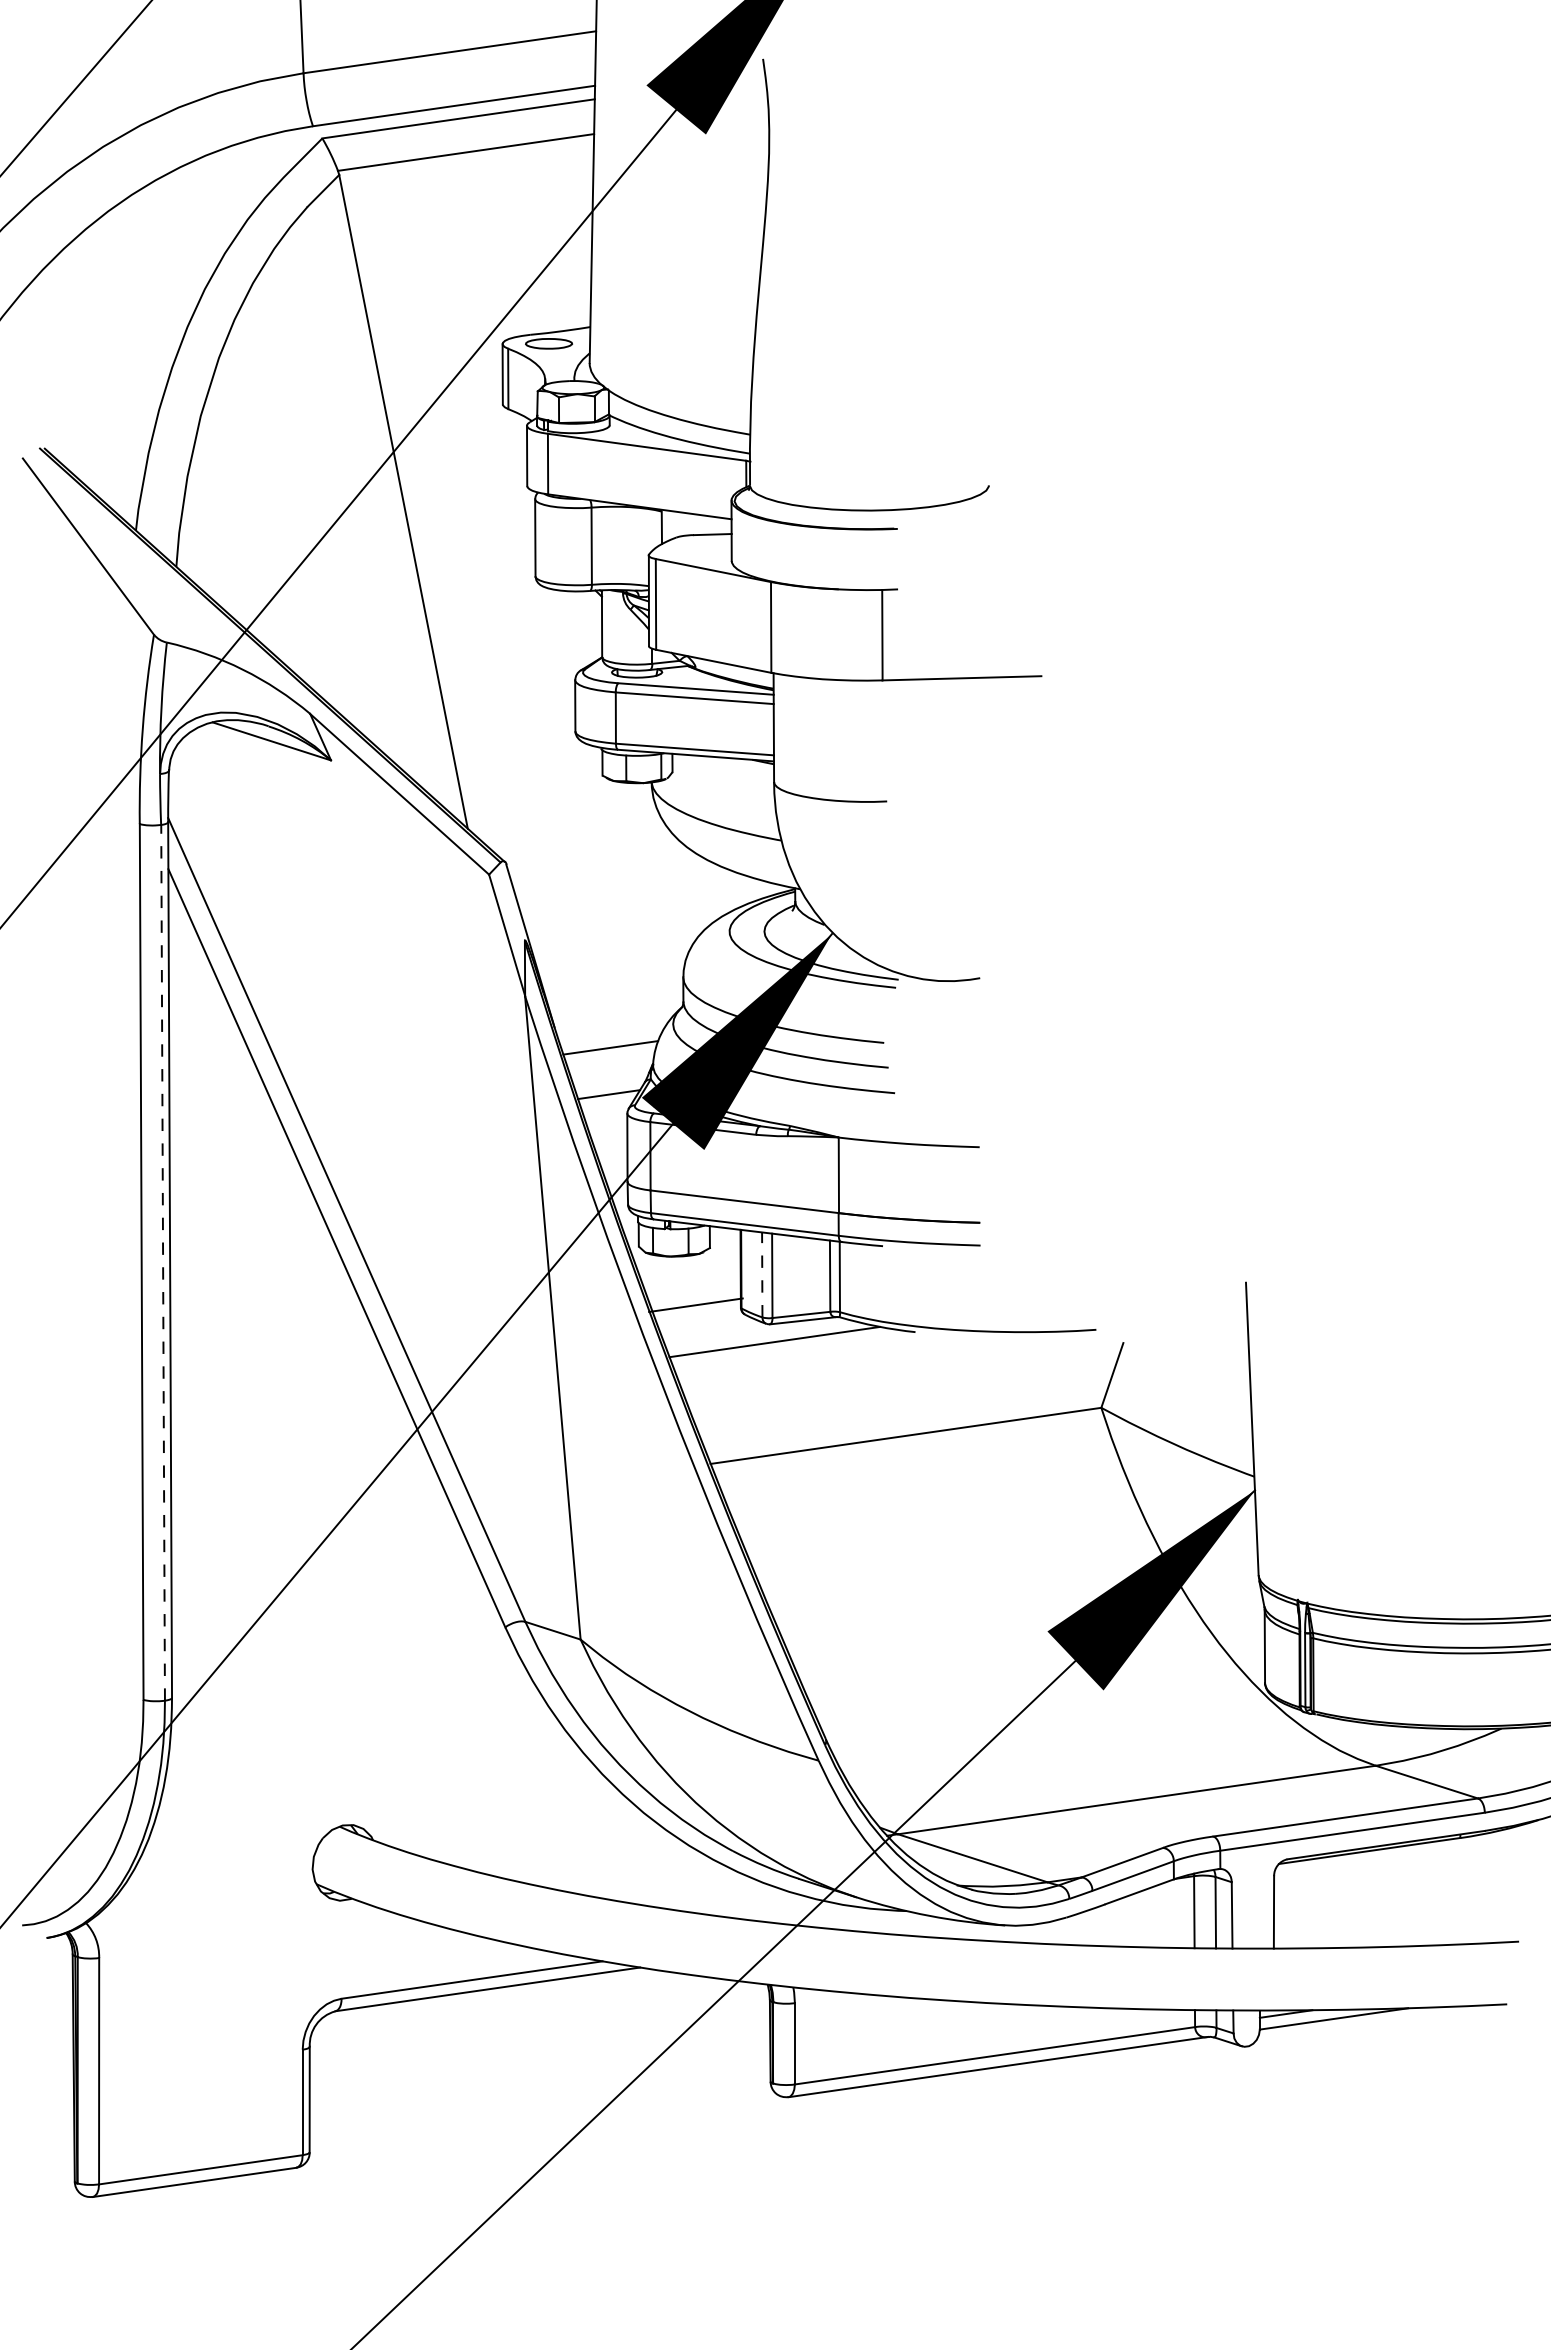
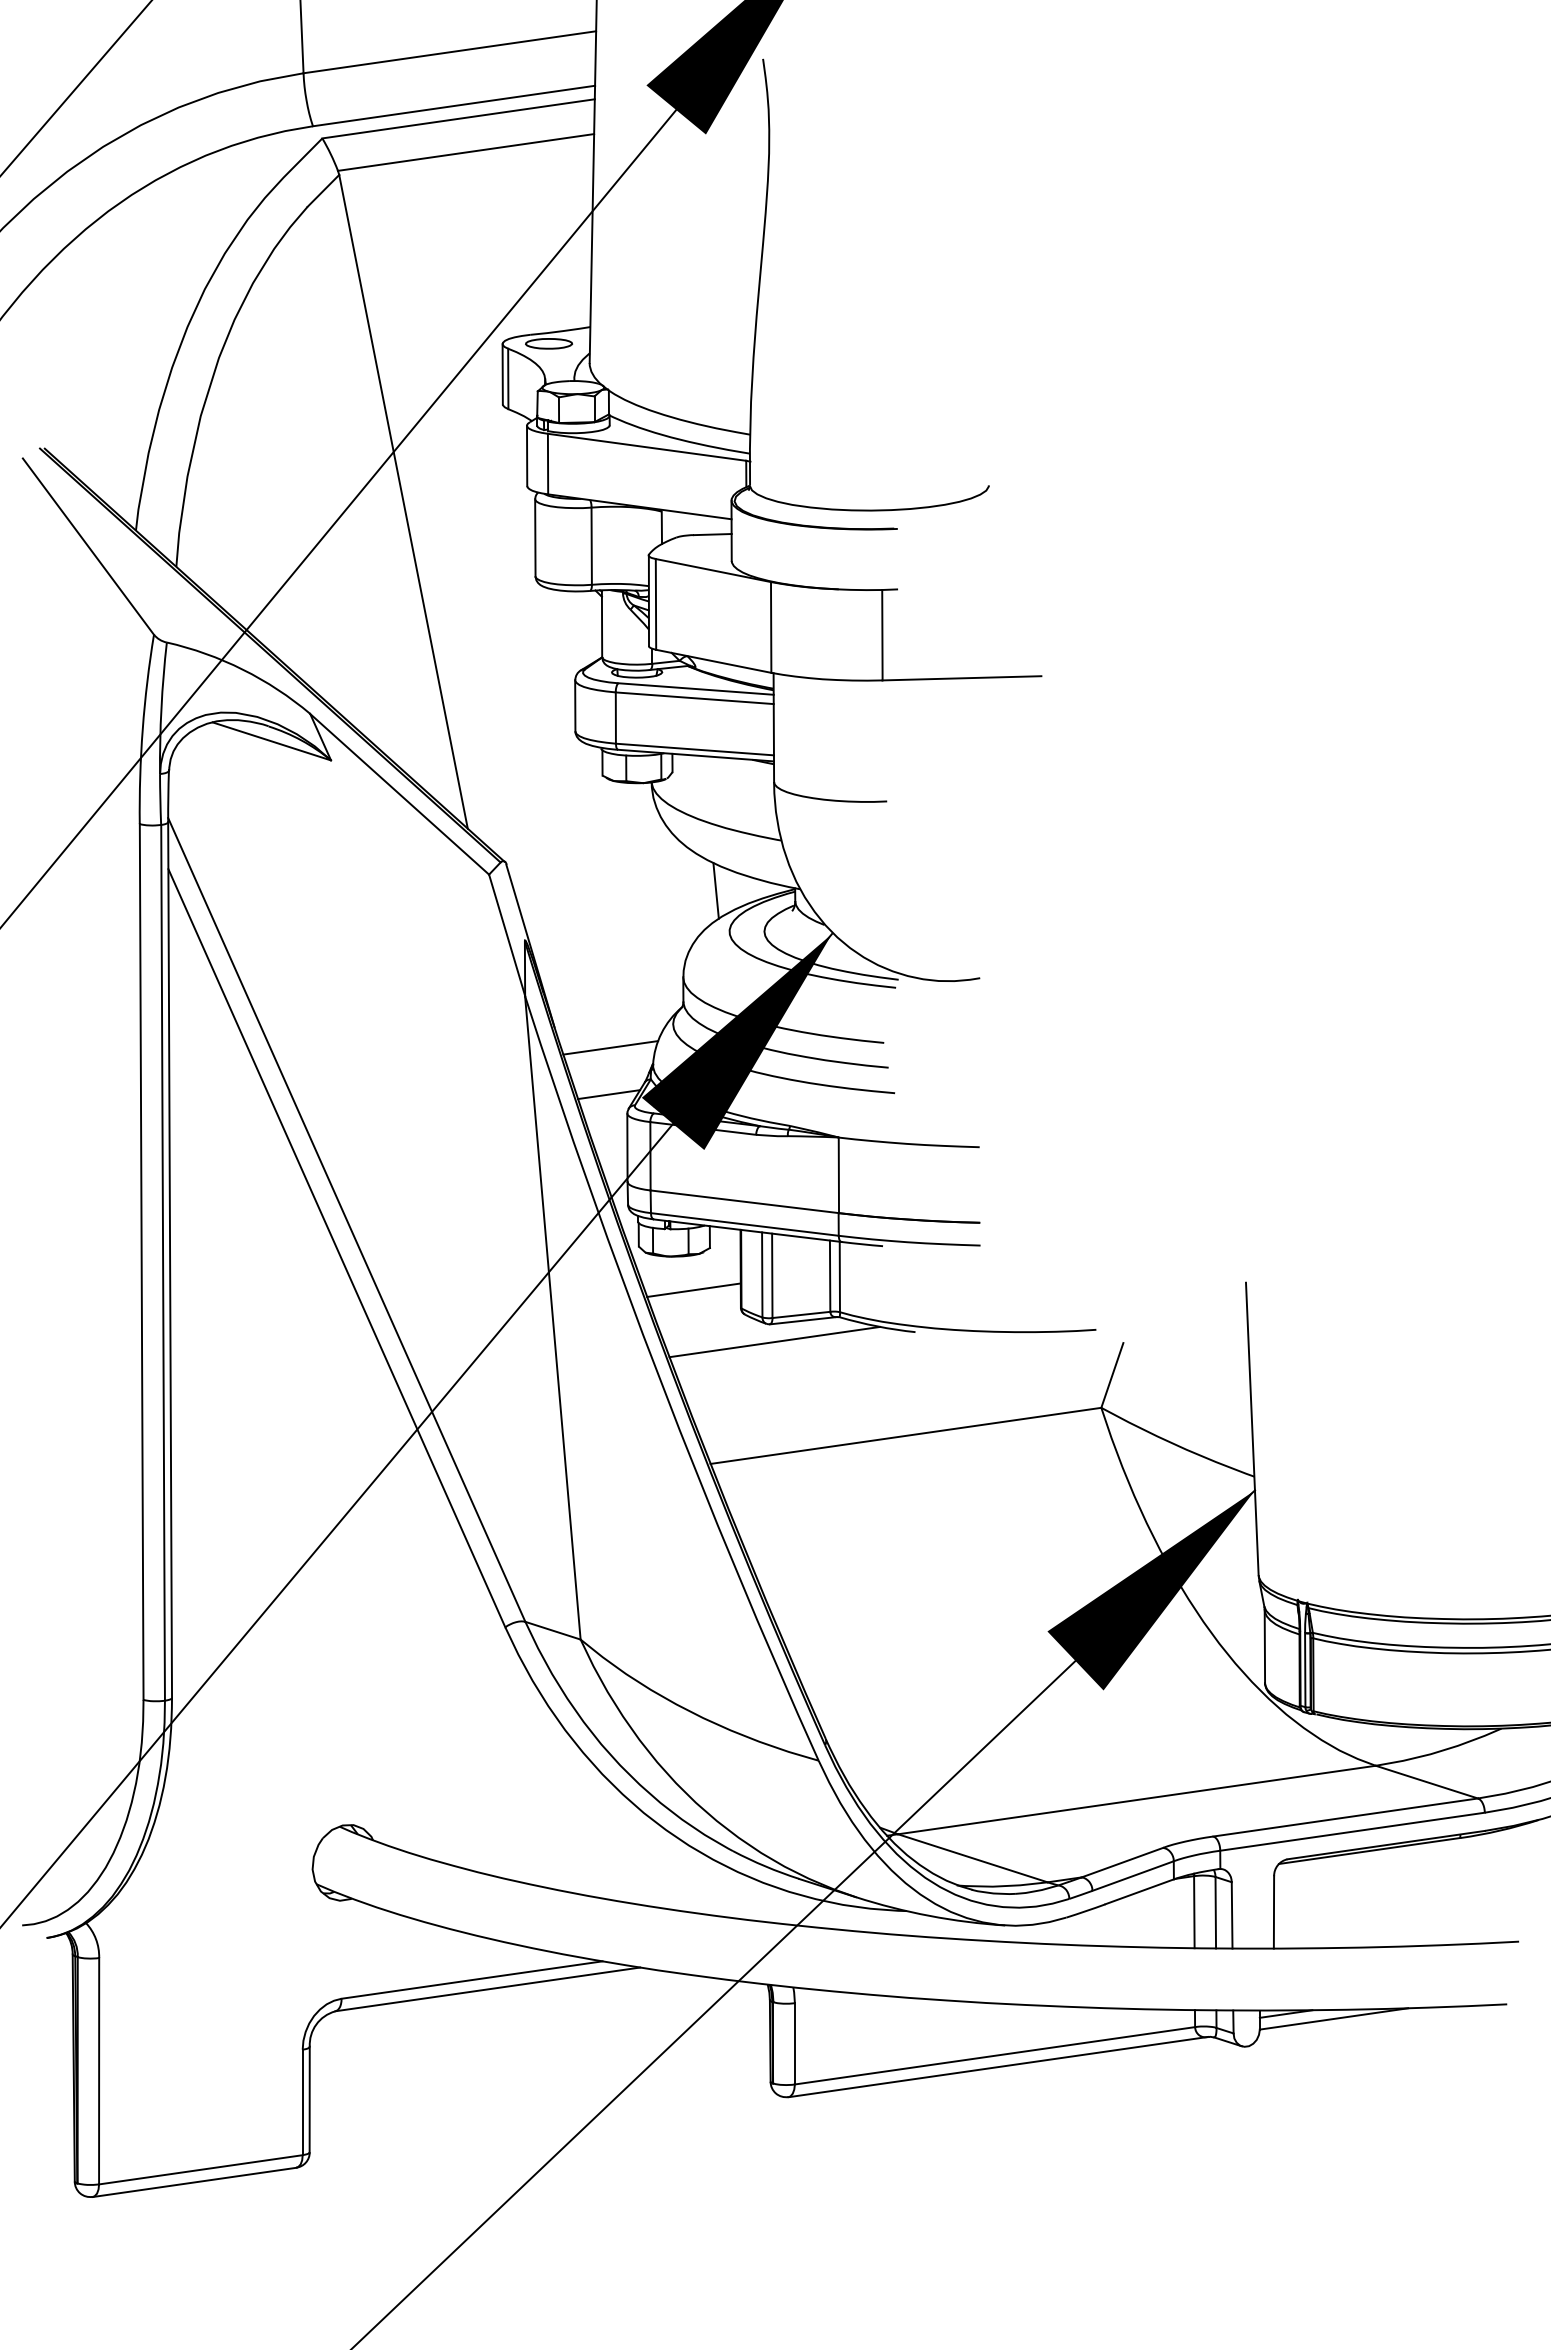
line at (715, 890): none -> present
line at (163, 1262): dashed -> solid
line at (762, 1274): dashed -> solid
line at (695, 1304) position: (695, 1304) -> (693, 1289)
